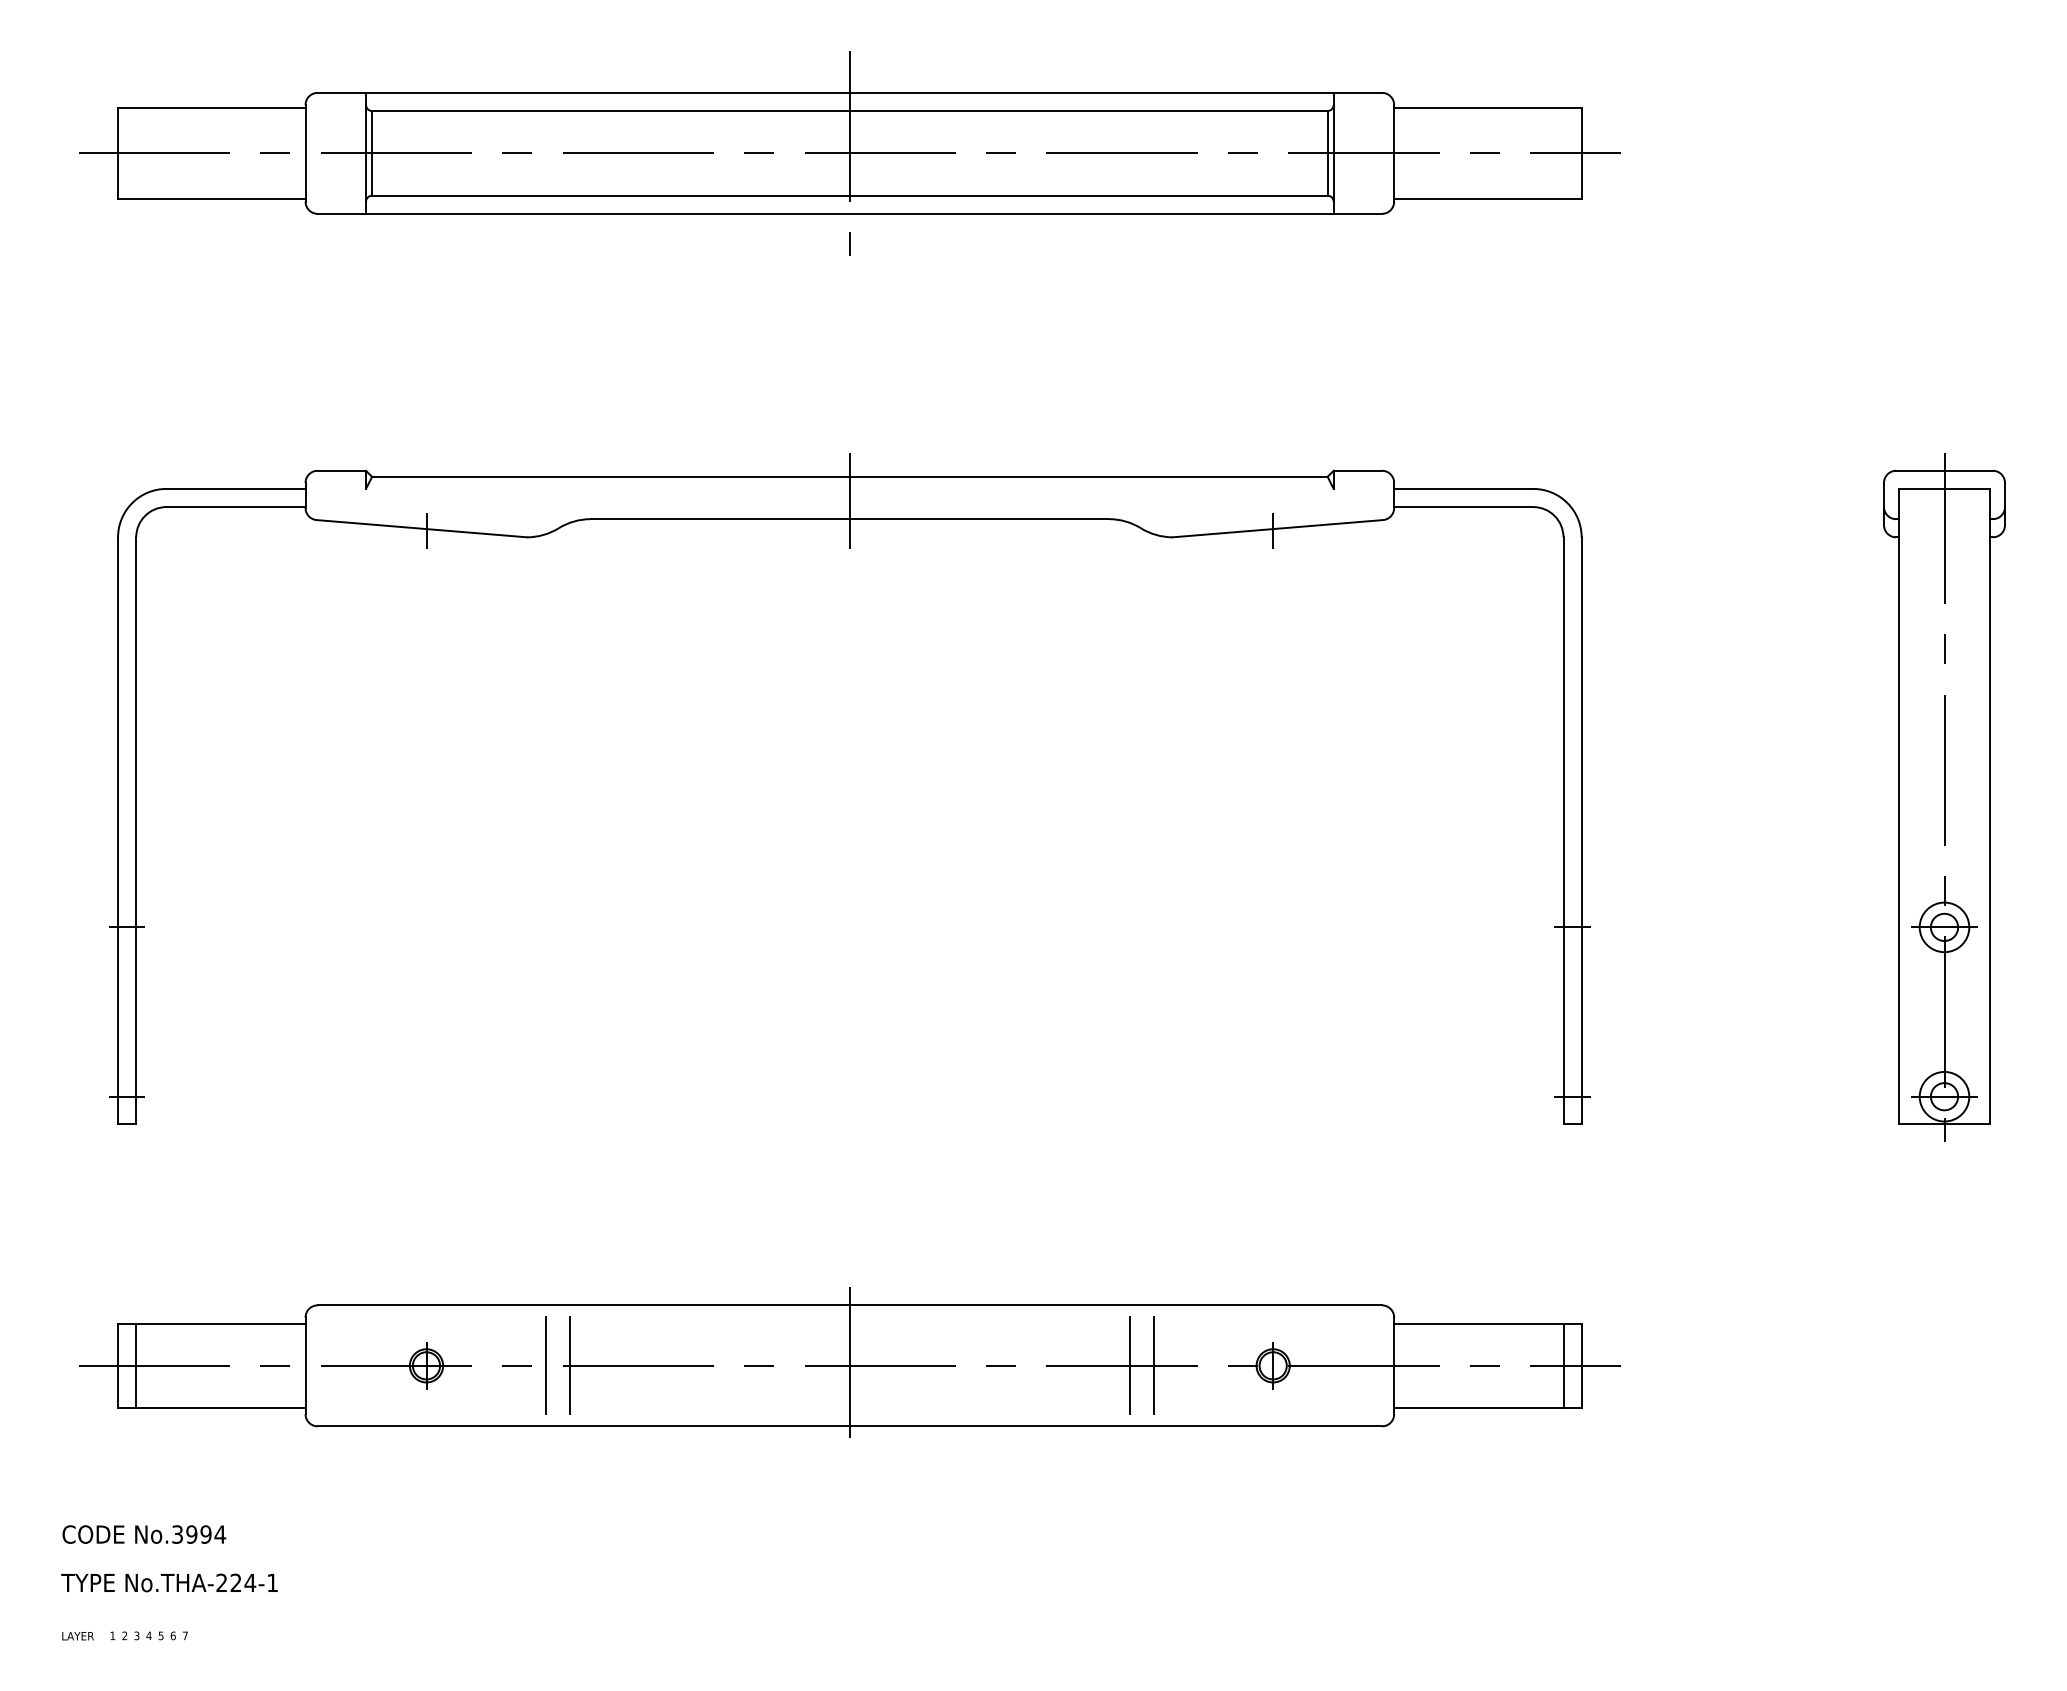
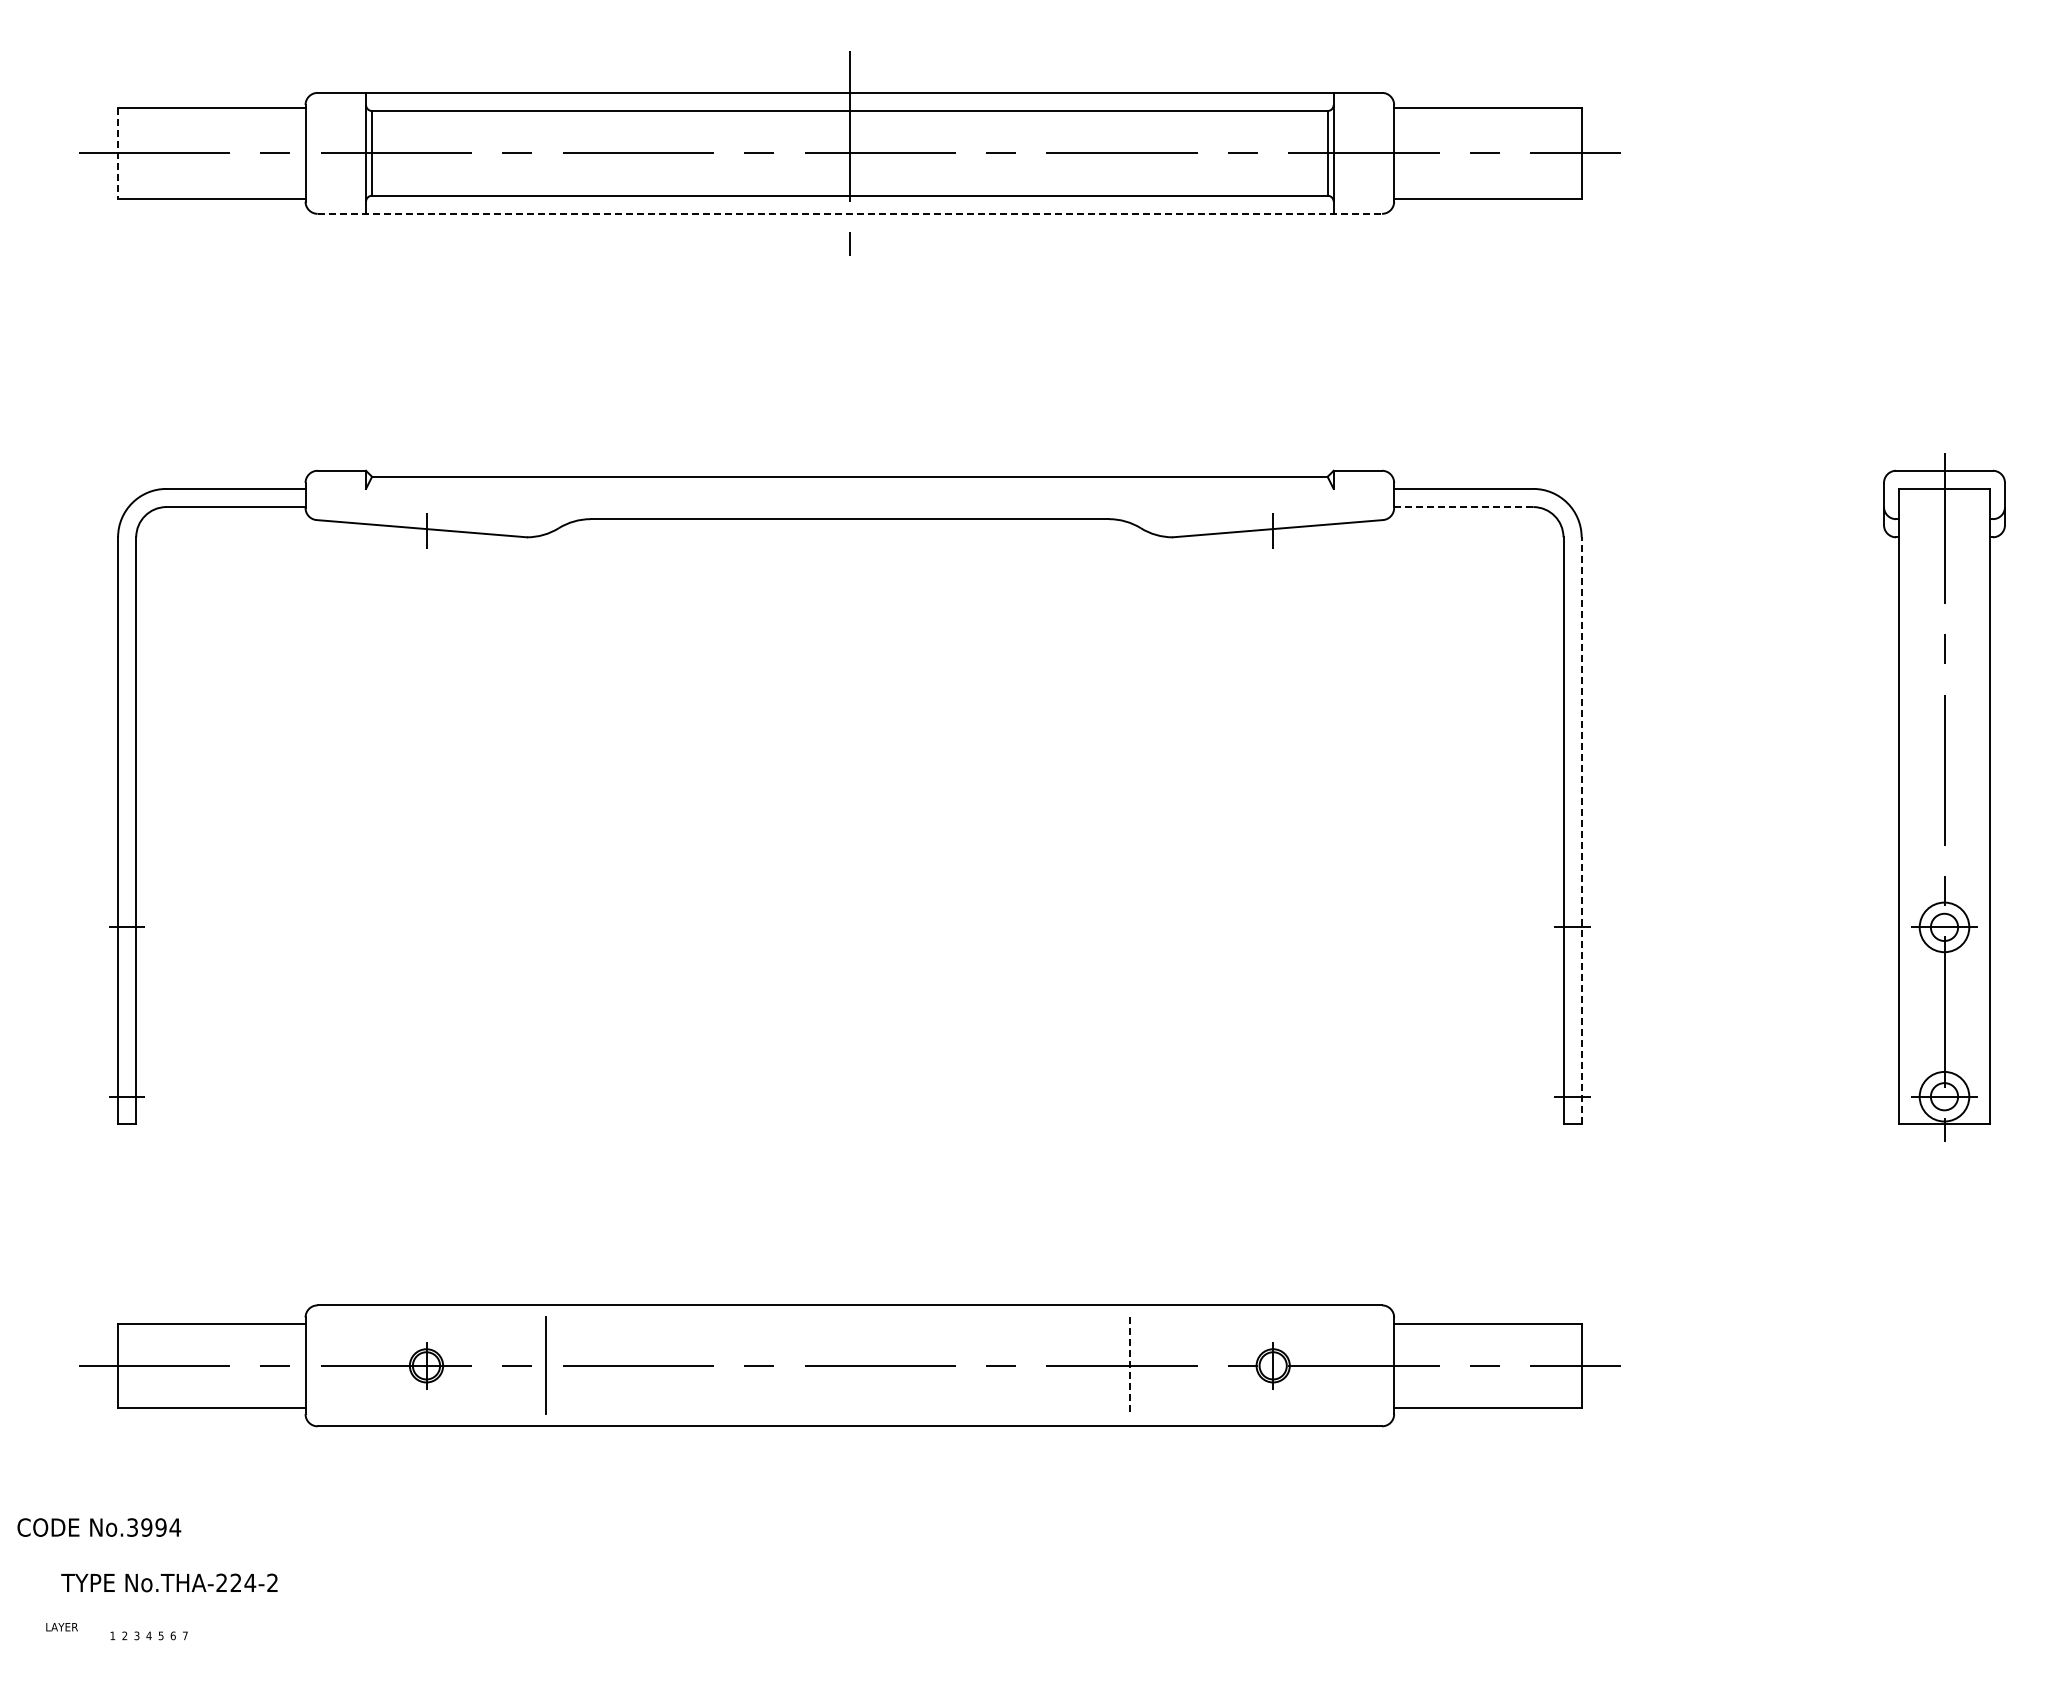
line at (118, 153): solid -> dashed
line at (850, 213): solid -> dashed
line at (849, 500): present -> none
line at (1463, 507): solid -> dashed
line at (1581, 830): solid -> dashed
line at (136, 1365): present -> none
line at (570, 1365): present -> none
line at (849, 1365): present -> none
line at (1153, 1365): present -> none
line at (1563, 1365): present -> none
line at (1129, 1366): solid -> dashed
text at (144, 1534) position: (144, 1534) -> (99, 1527)
text at (272, 1582): No.THA-224-1 -> No.THA-224-2
text at (77, 1636) position: (77, 1636) -> (61, 1627)
